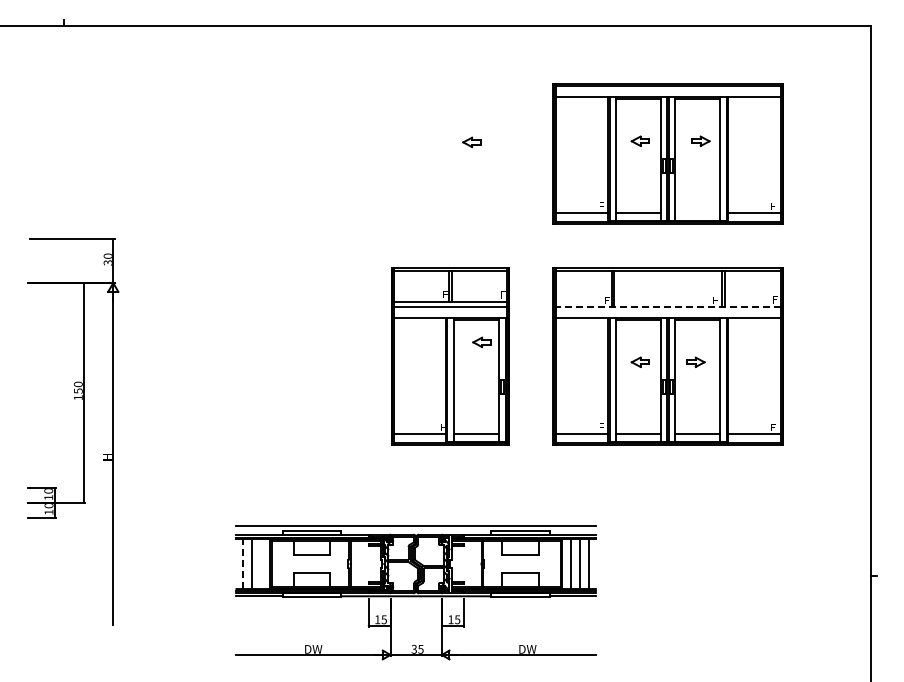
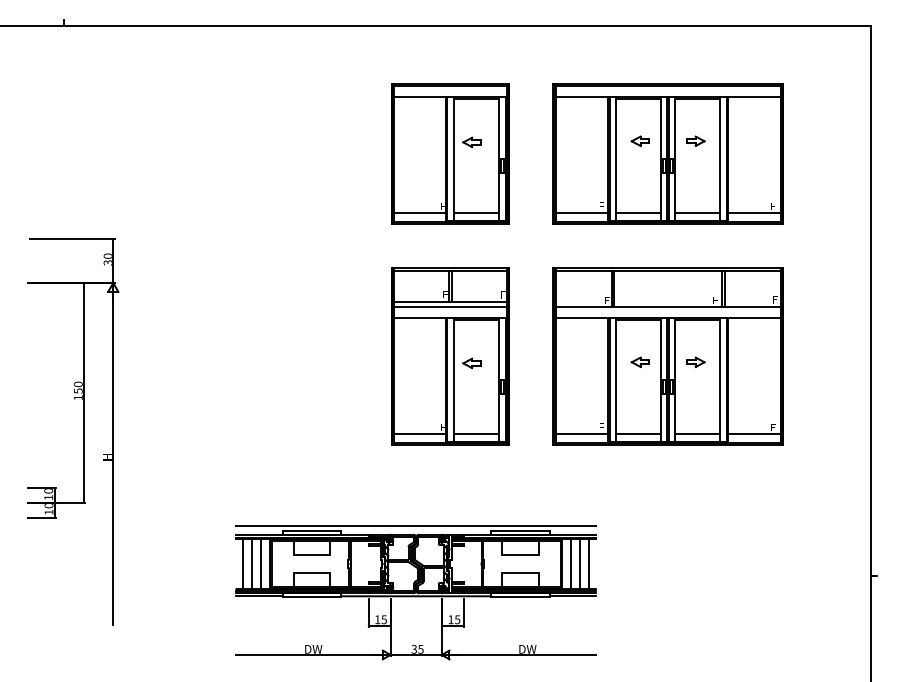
part at (700, 140) position: (700, 140) -> (695, 140)
part at (450, 153): none -> present
line at (697, 212): none -> present
line at (668, 307): dashed -> solid
part at (481, 342) position: (481, 342) -> (471, 363)
line at (243, 563): dashed -> solid
line at (261, 563): none -> present
